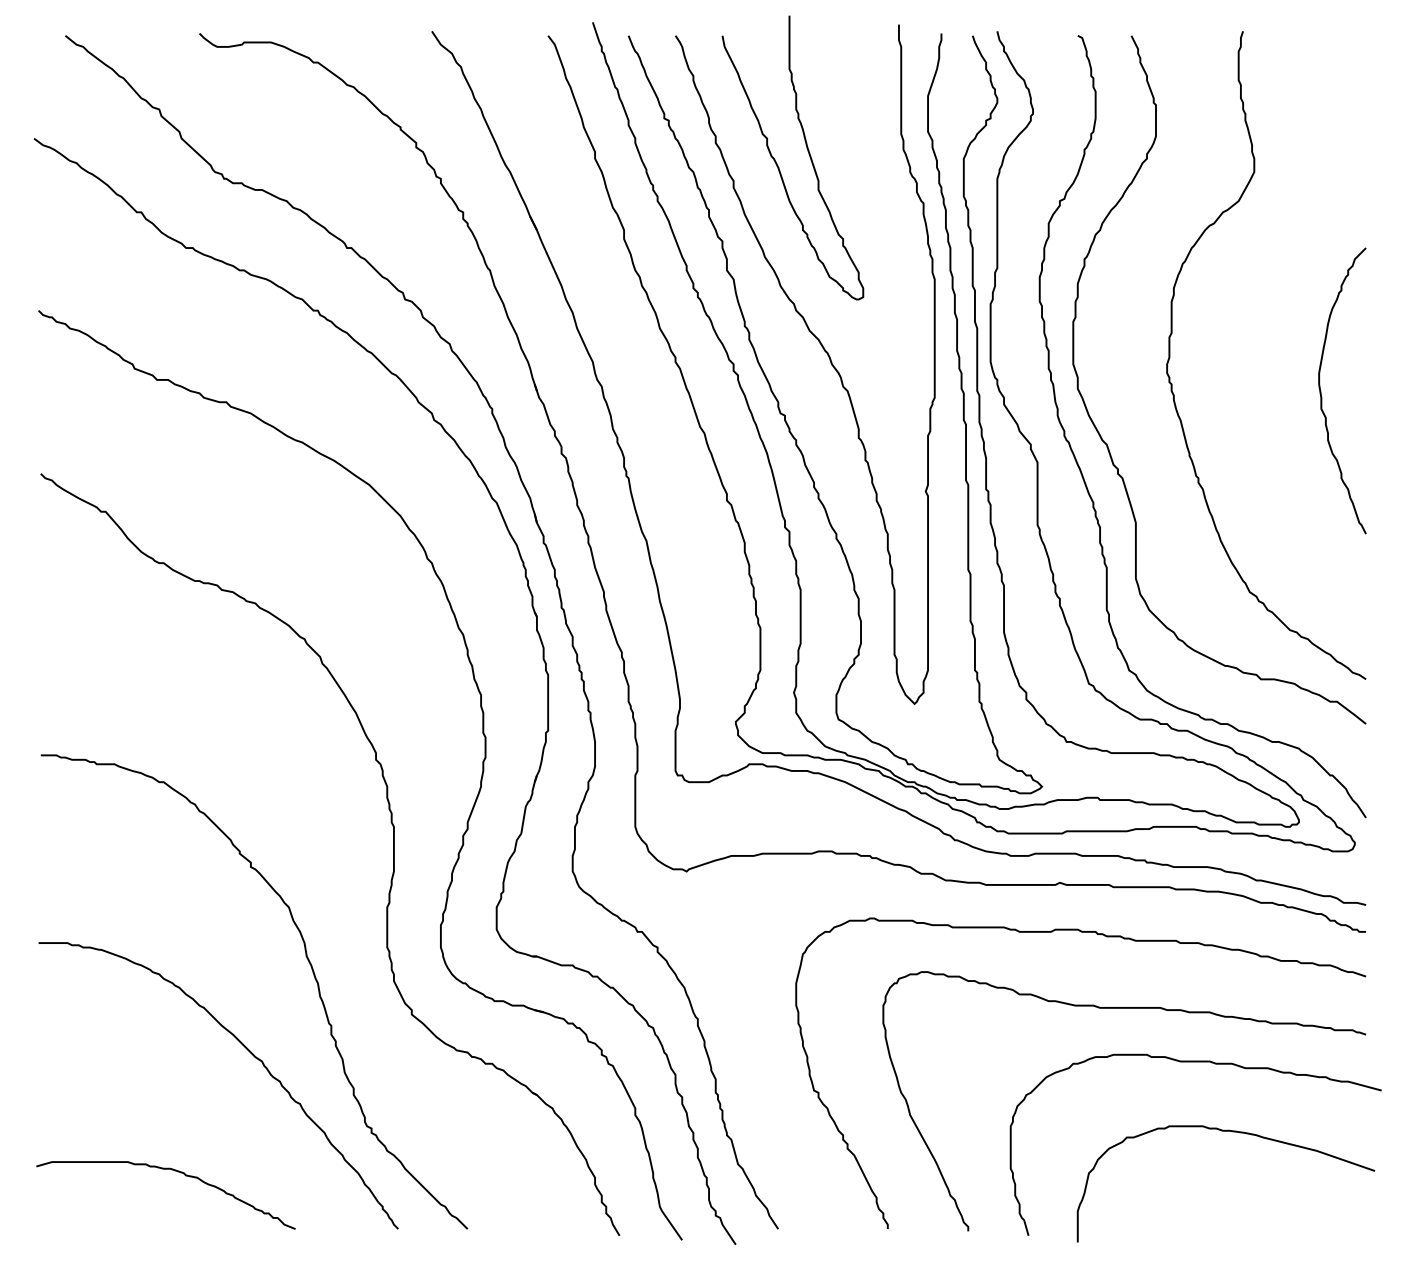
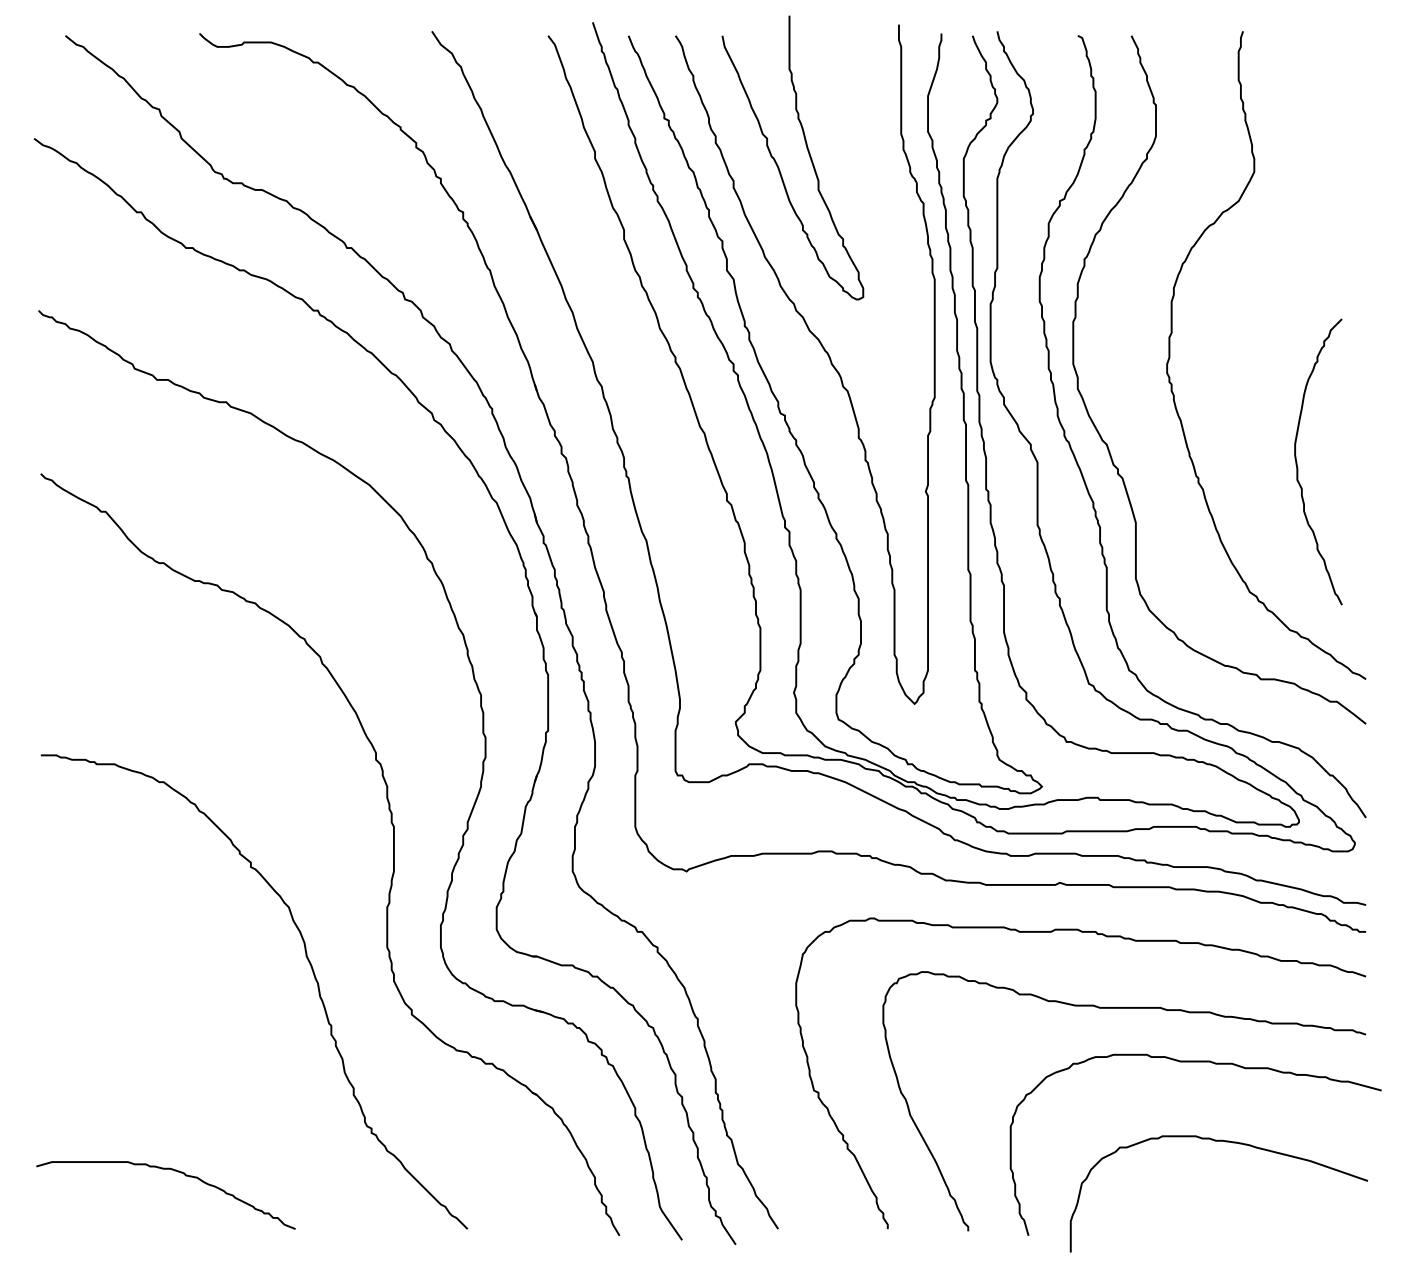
curve at (1321, 390) position: (1321, 390) -> (1297, 461)
part at (250, 1053): present -> none
curve at (1232, 1132) position: (1232, 1132) -> (1225, 1142)
